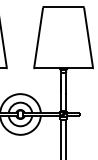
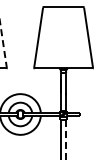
line at (3, 45): solid -> dashed
line at (66, 139): solid -> dashed
